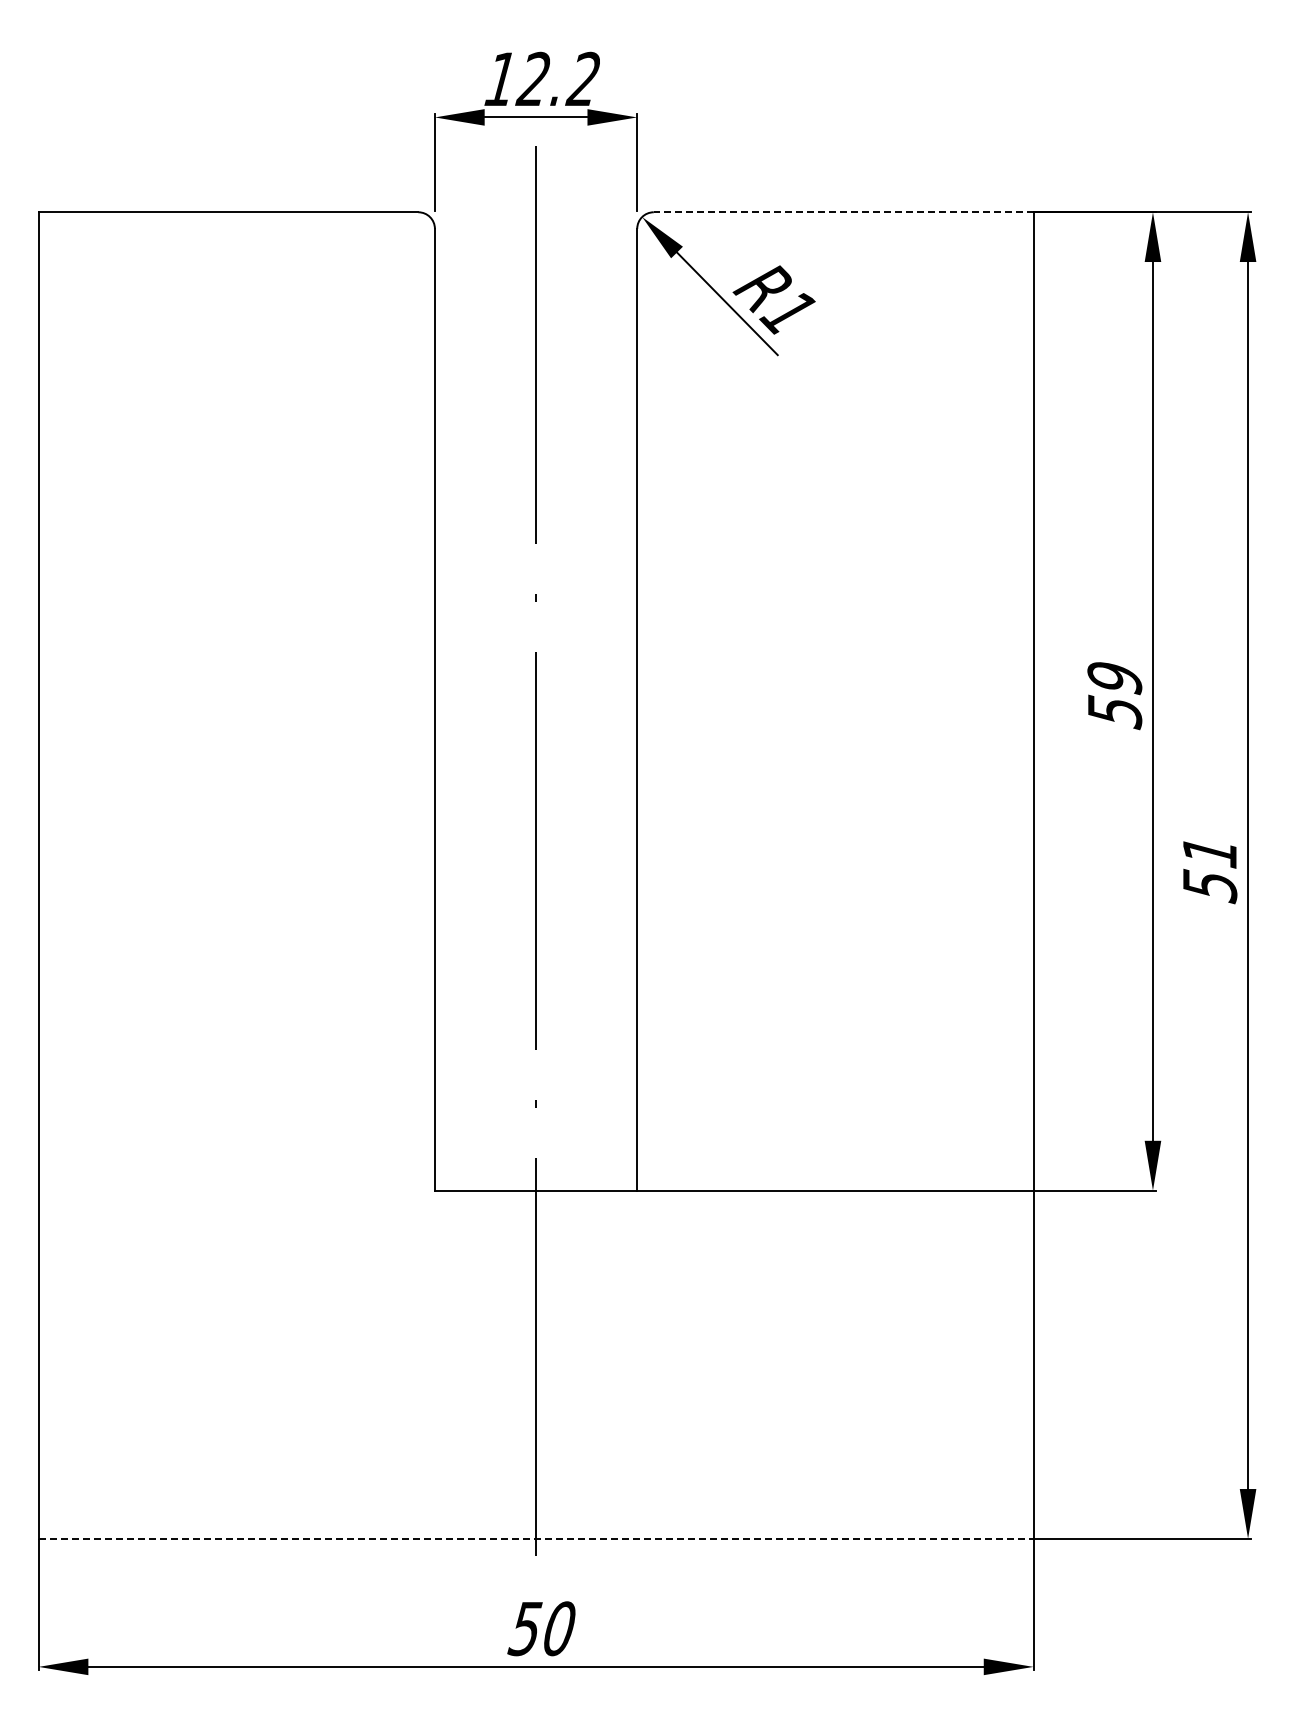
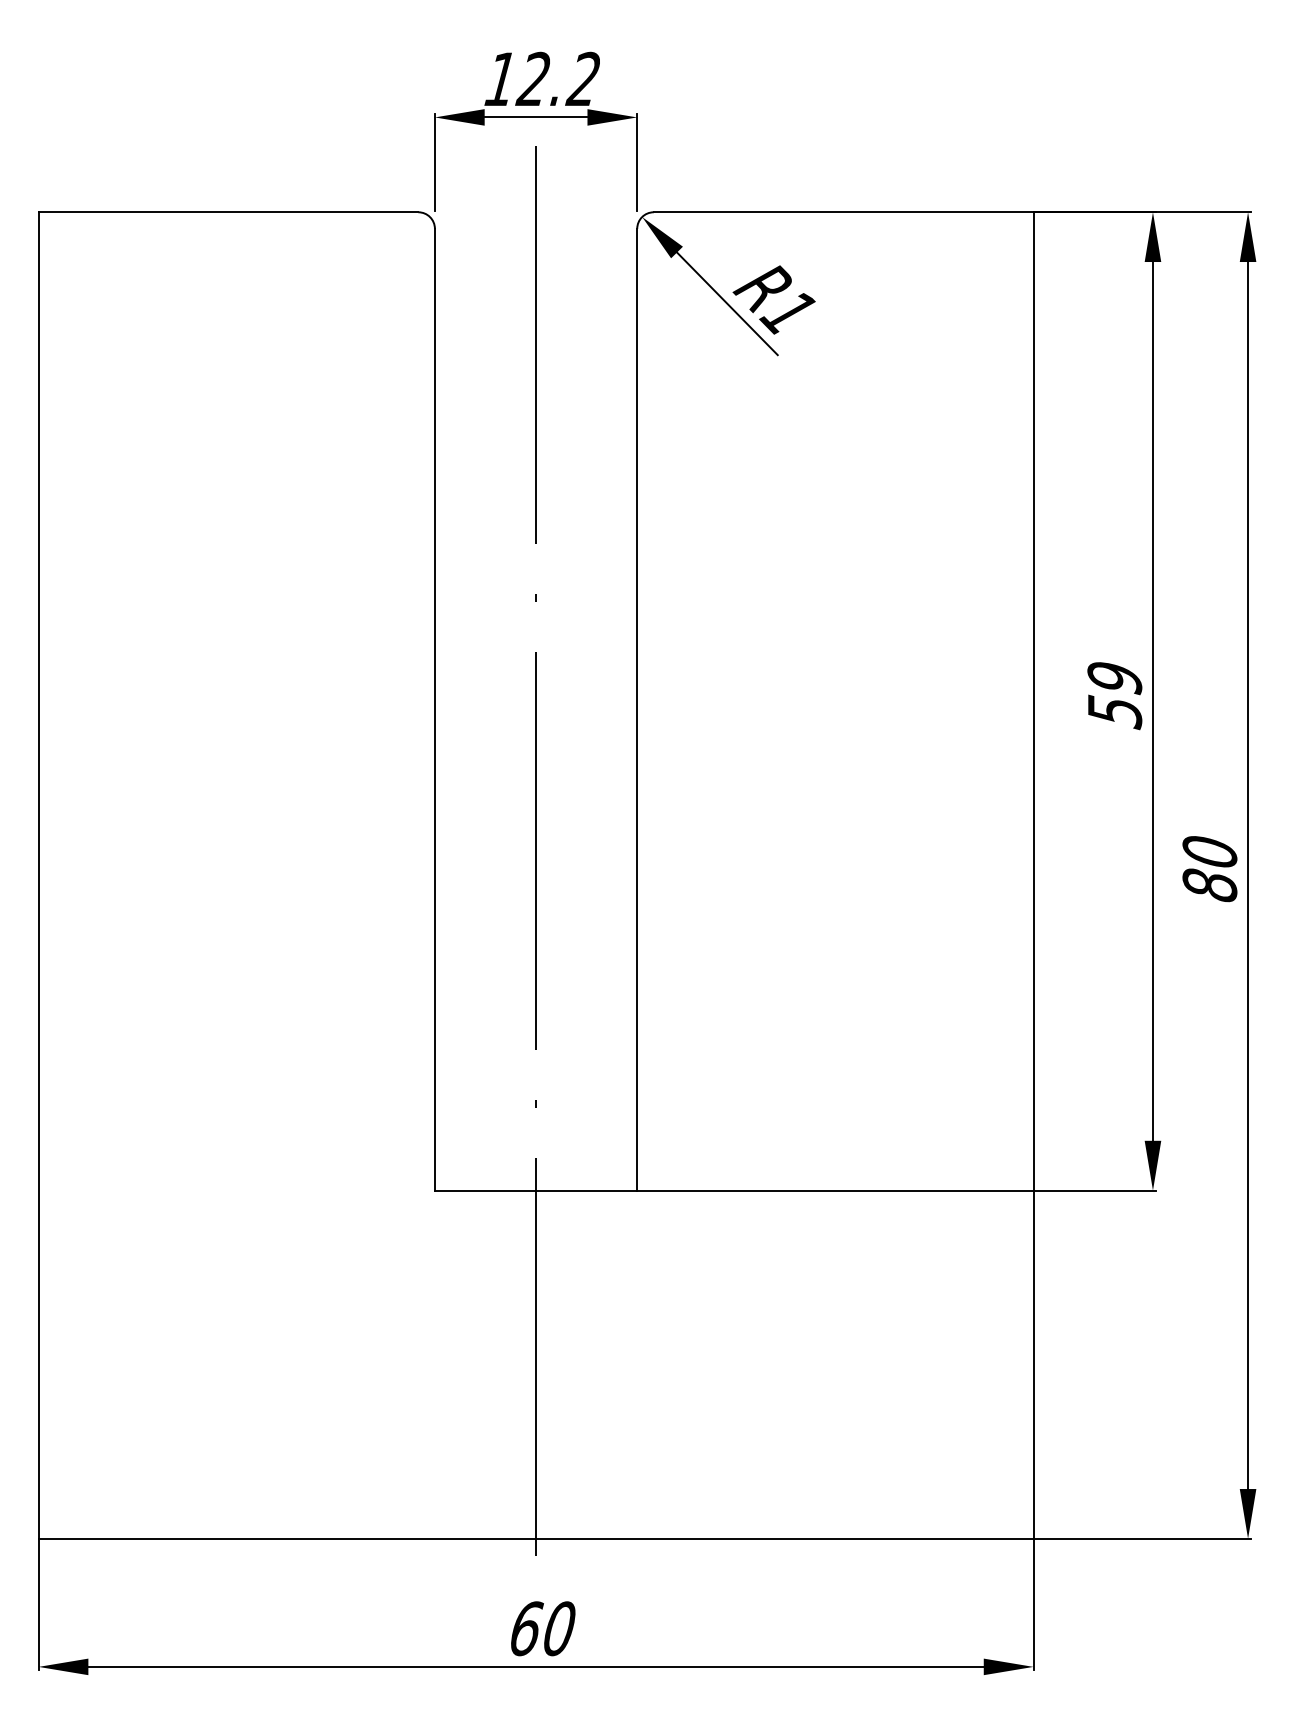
line at (843, 212): dashed -> solid
text at (1209, 870): 51 -> 80
line at (536, 1538): dashed -> solid
text at (525, 1628): 50 -> 60
